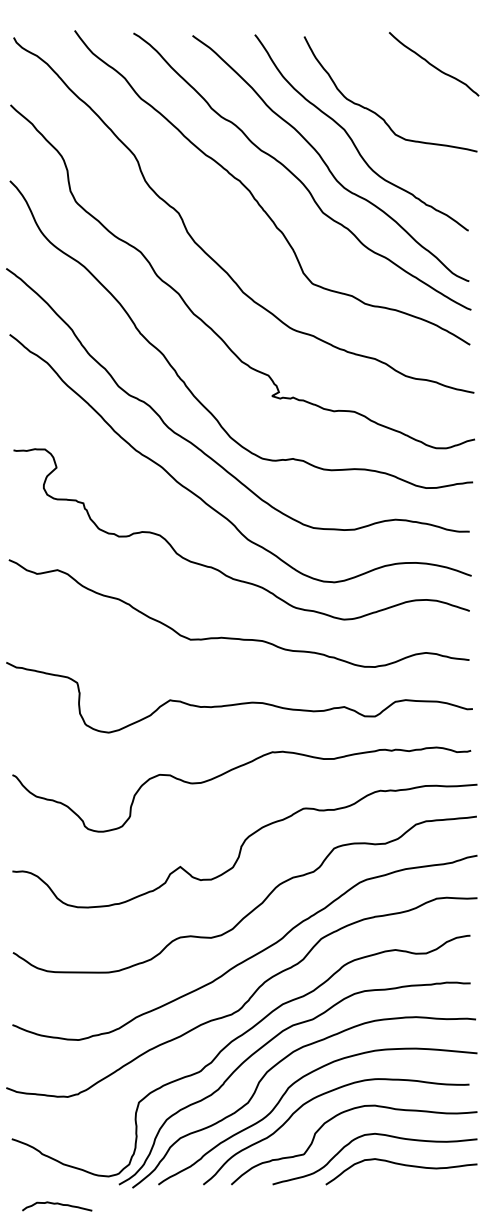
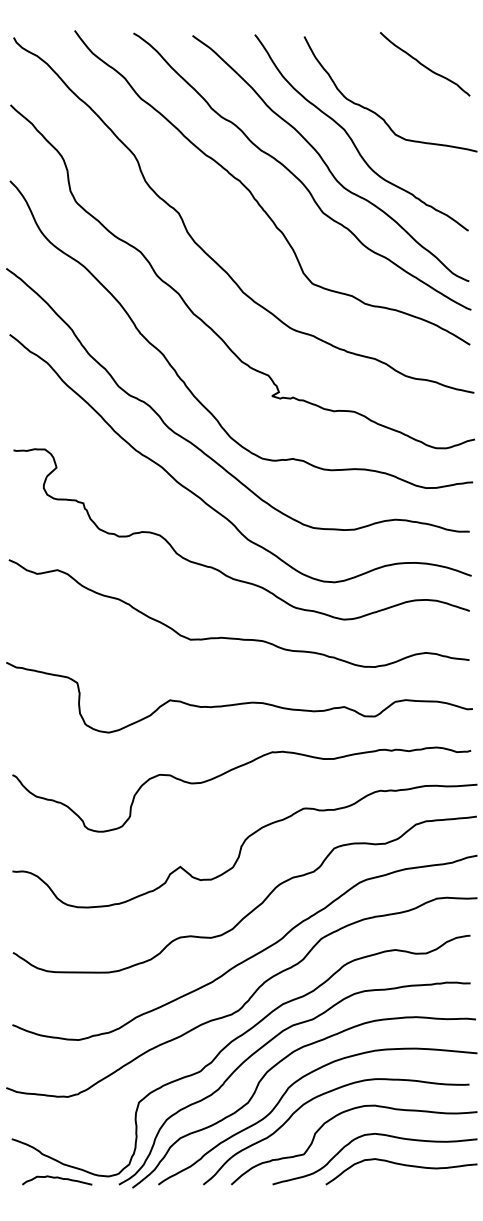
curve at (432, 64) position: (432, 64) -> (423, 64)
curve at (57, 1204) position: (57, 1204) -> (57, 1178)
